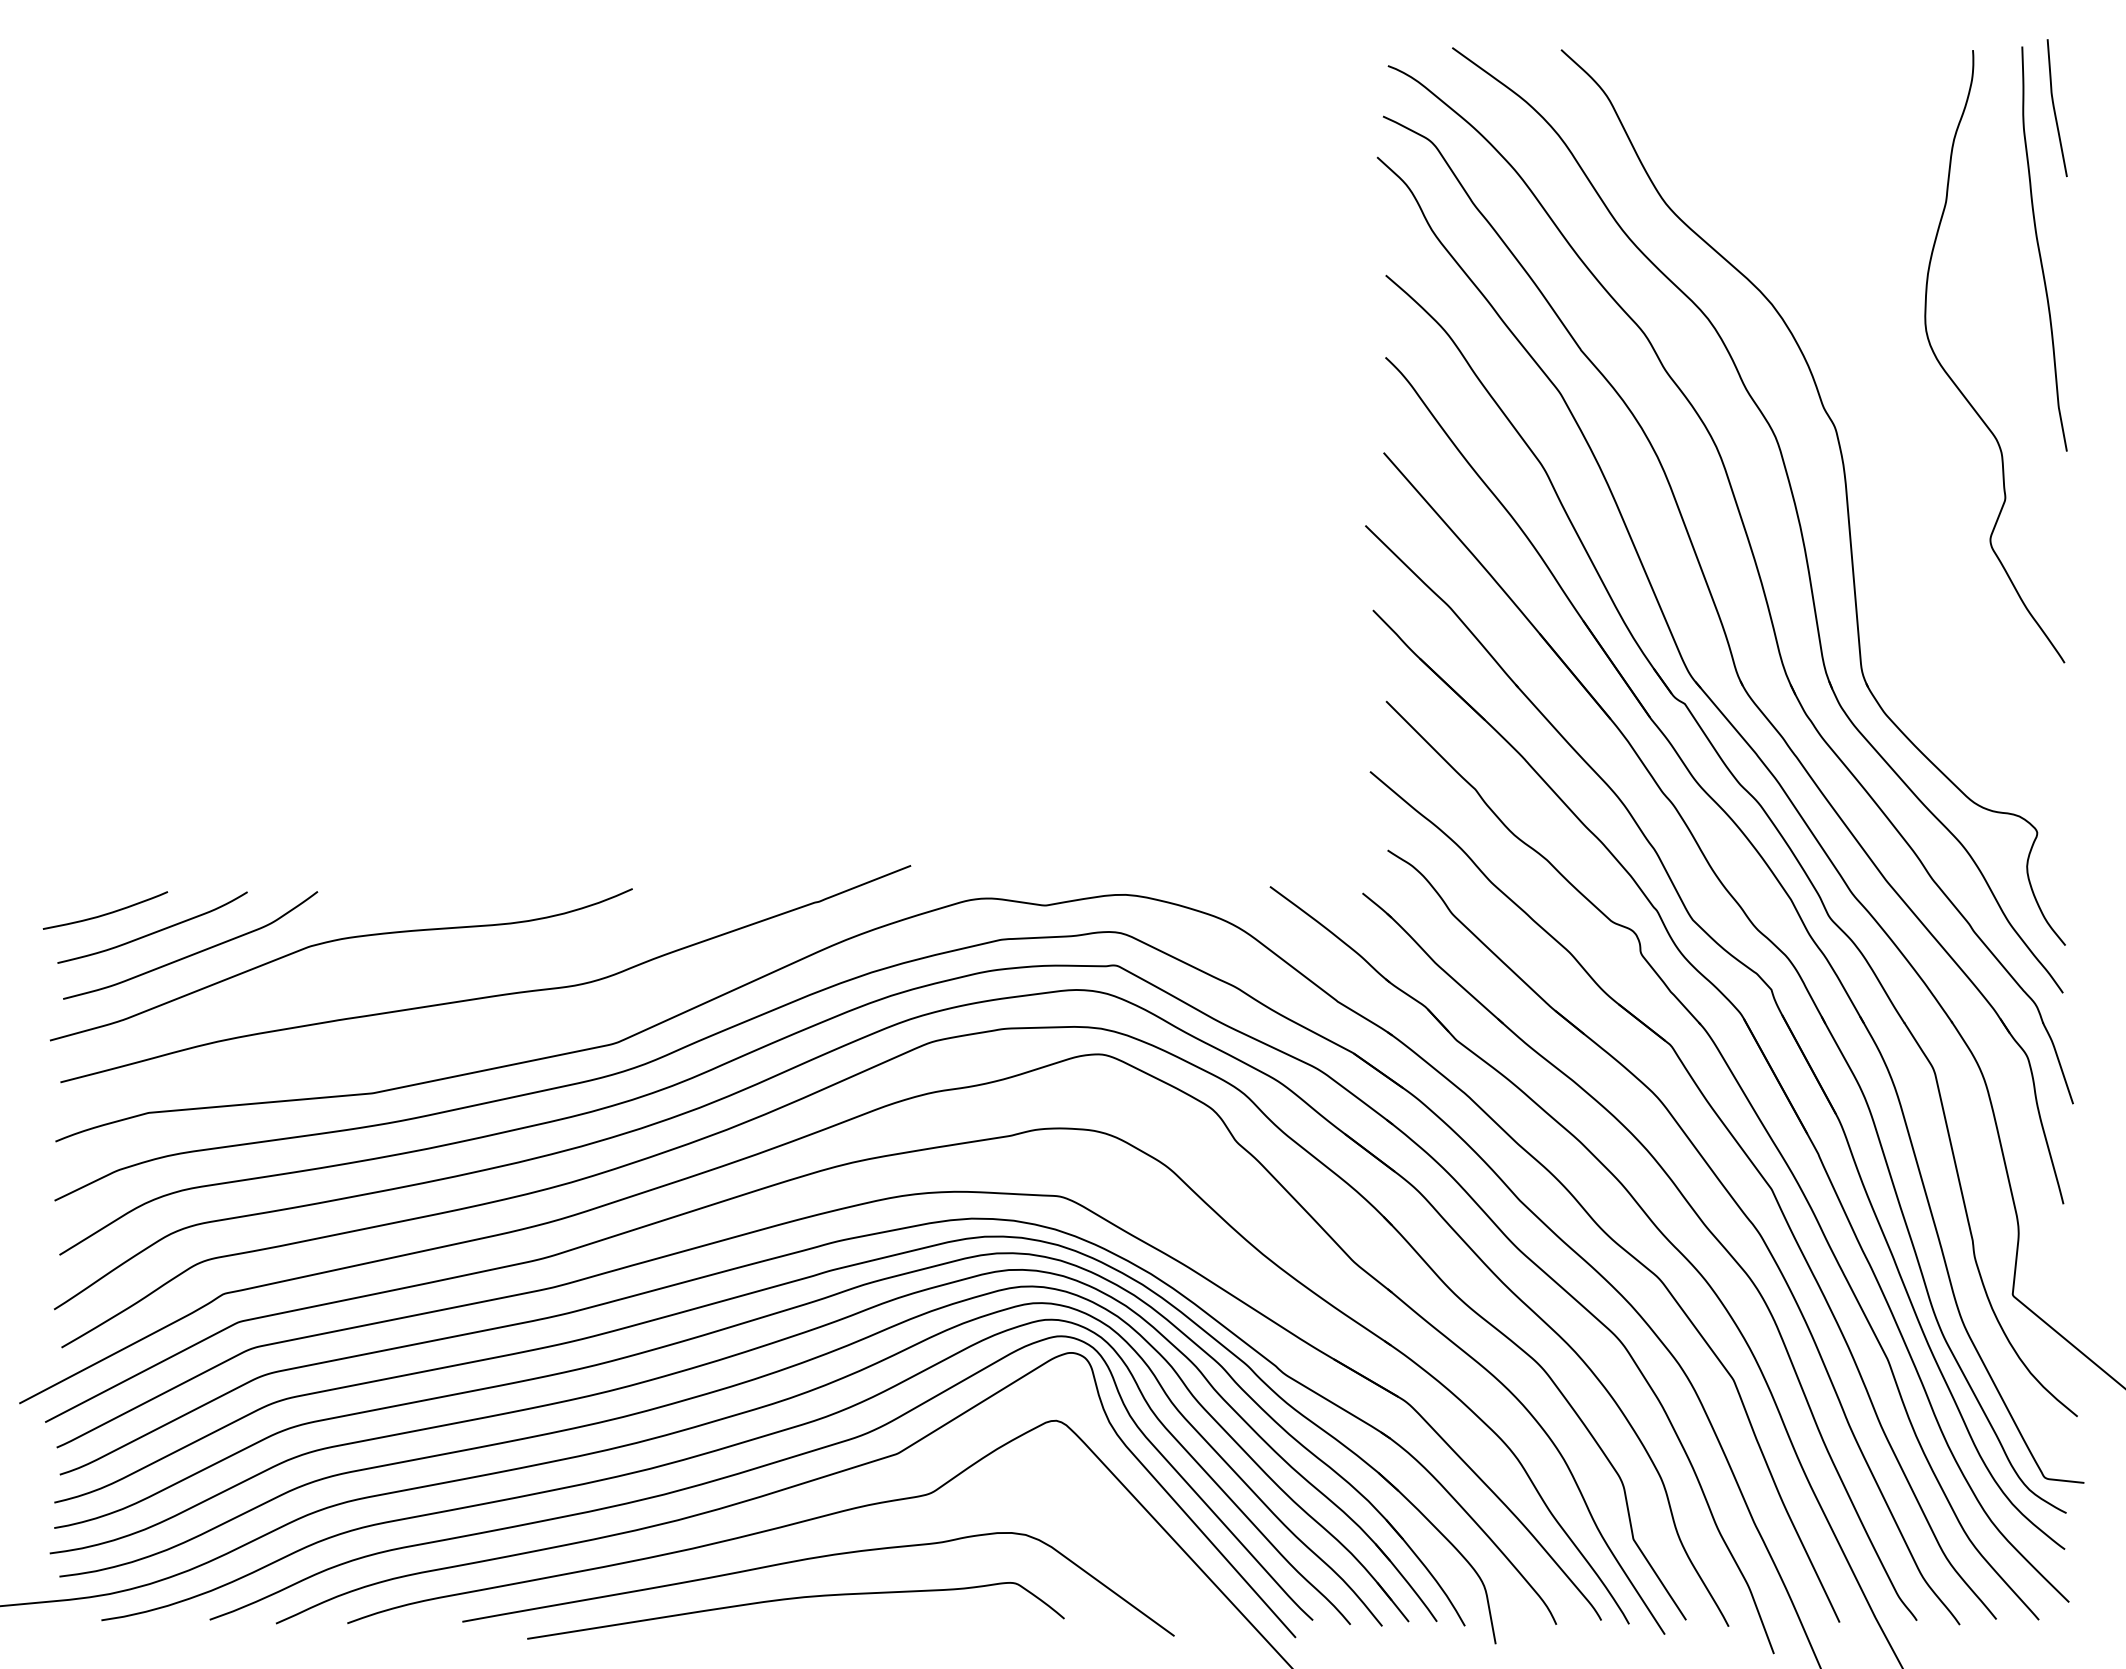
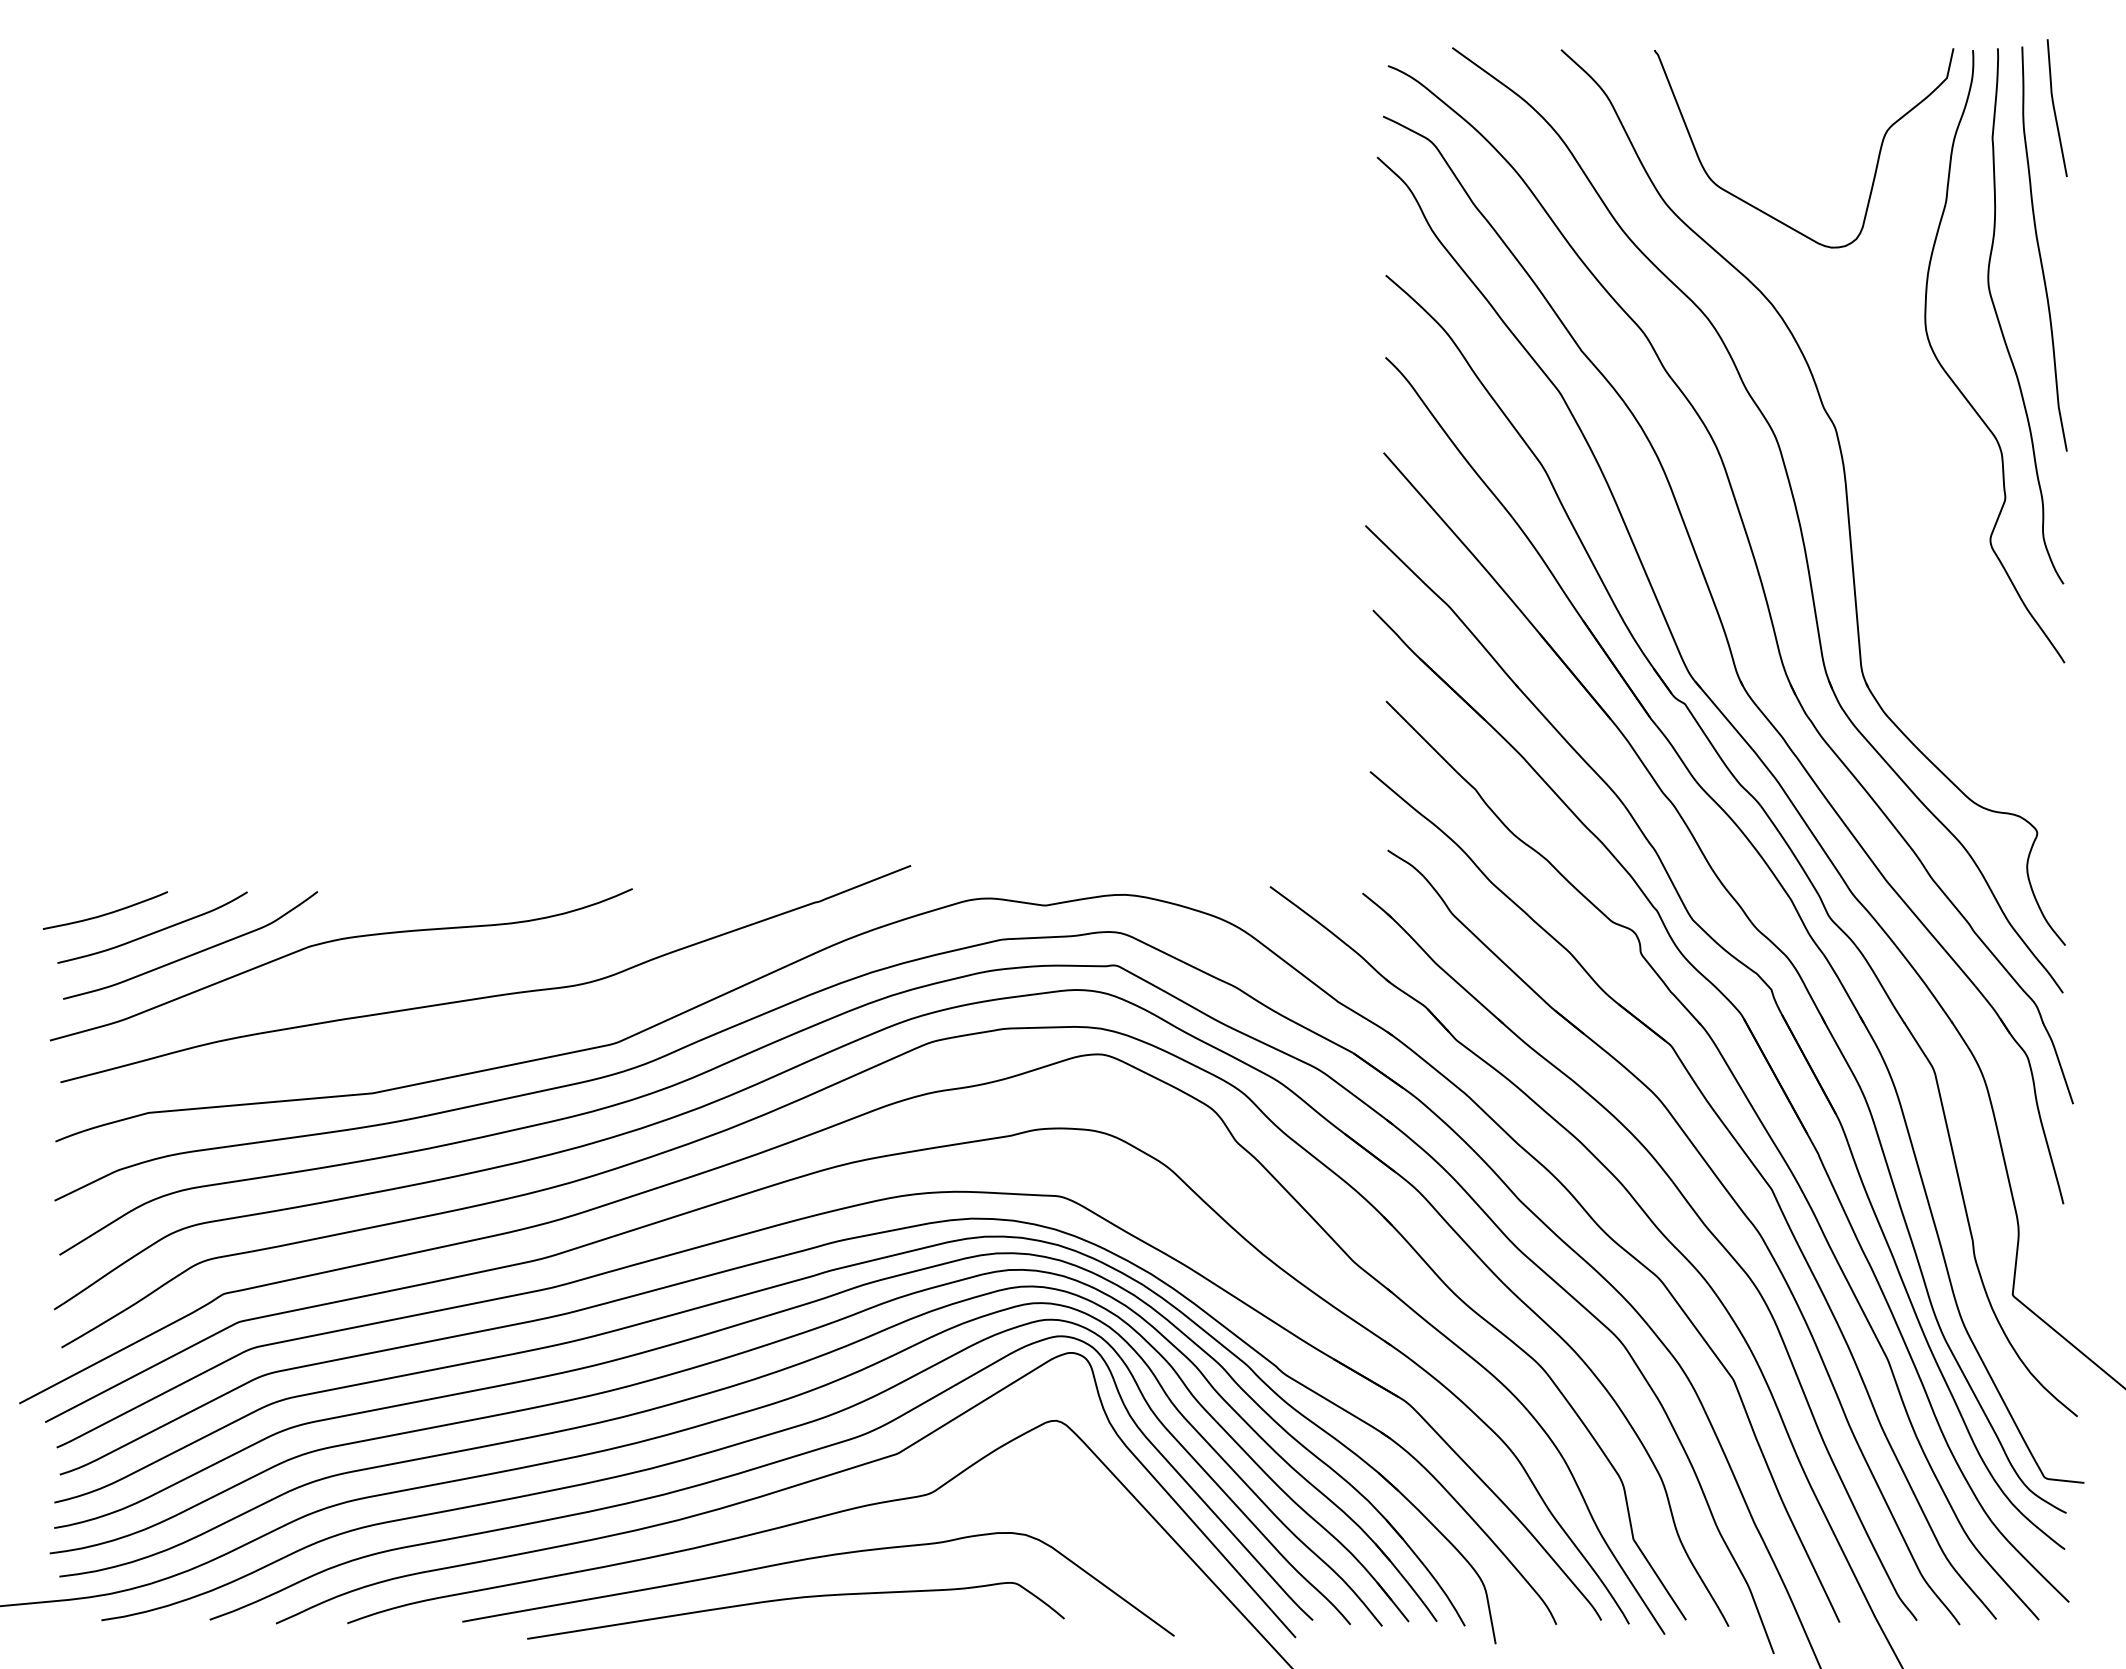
curve at (1875, 167): none -> present
curve at (2000, 323): none -> present
